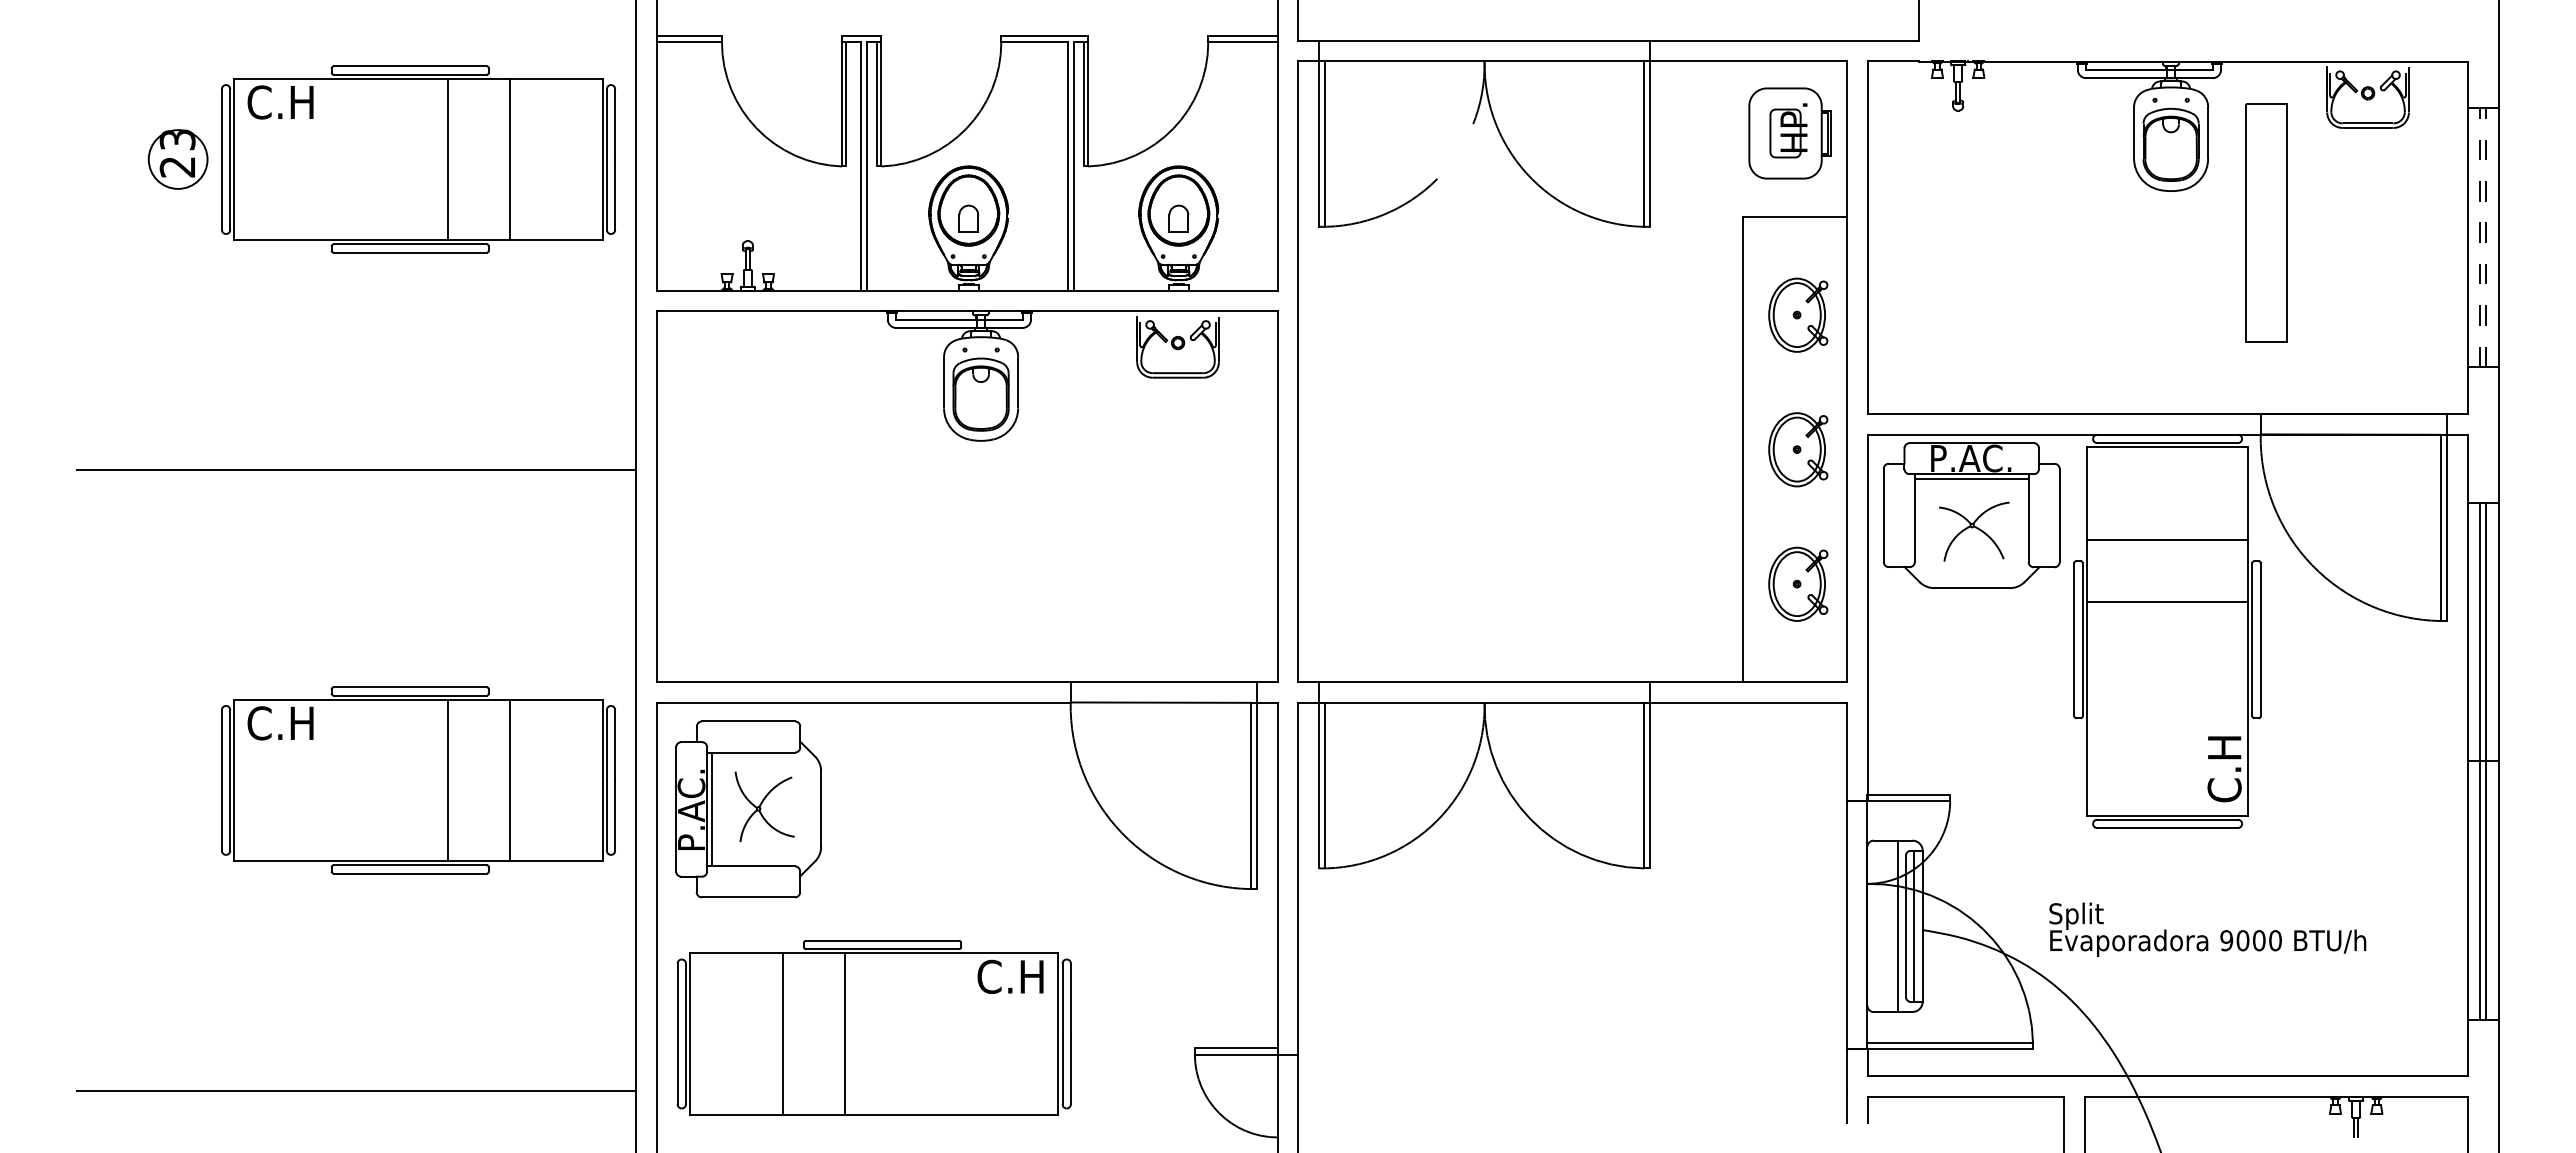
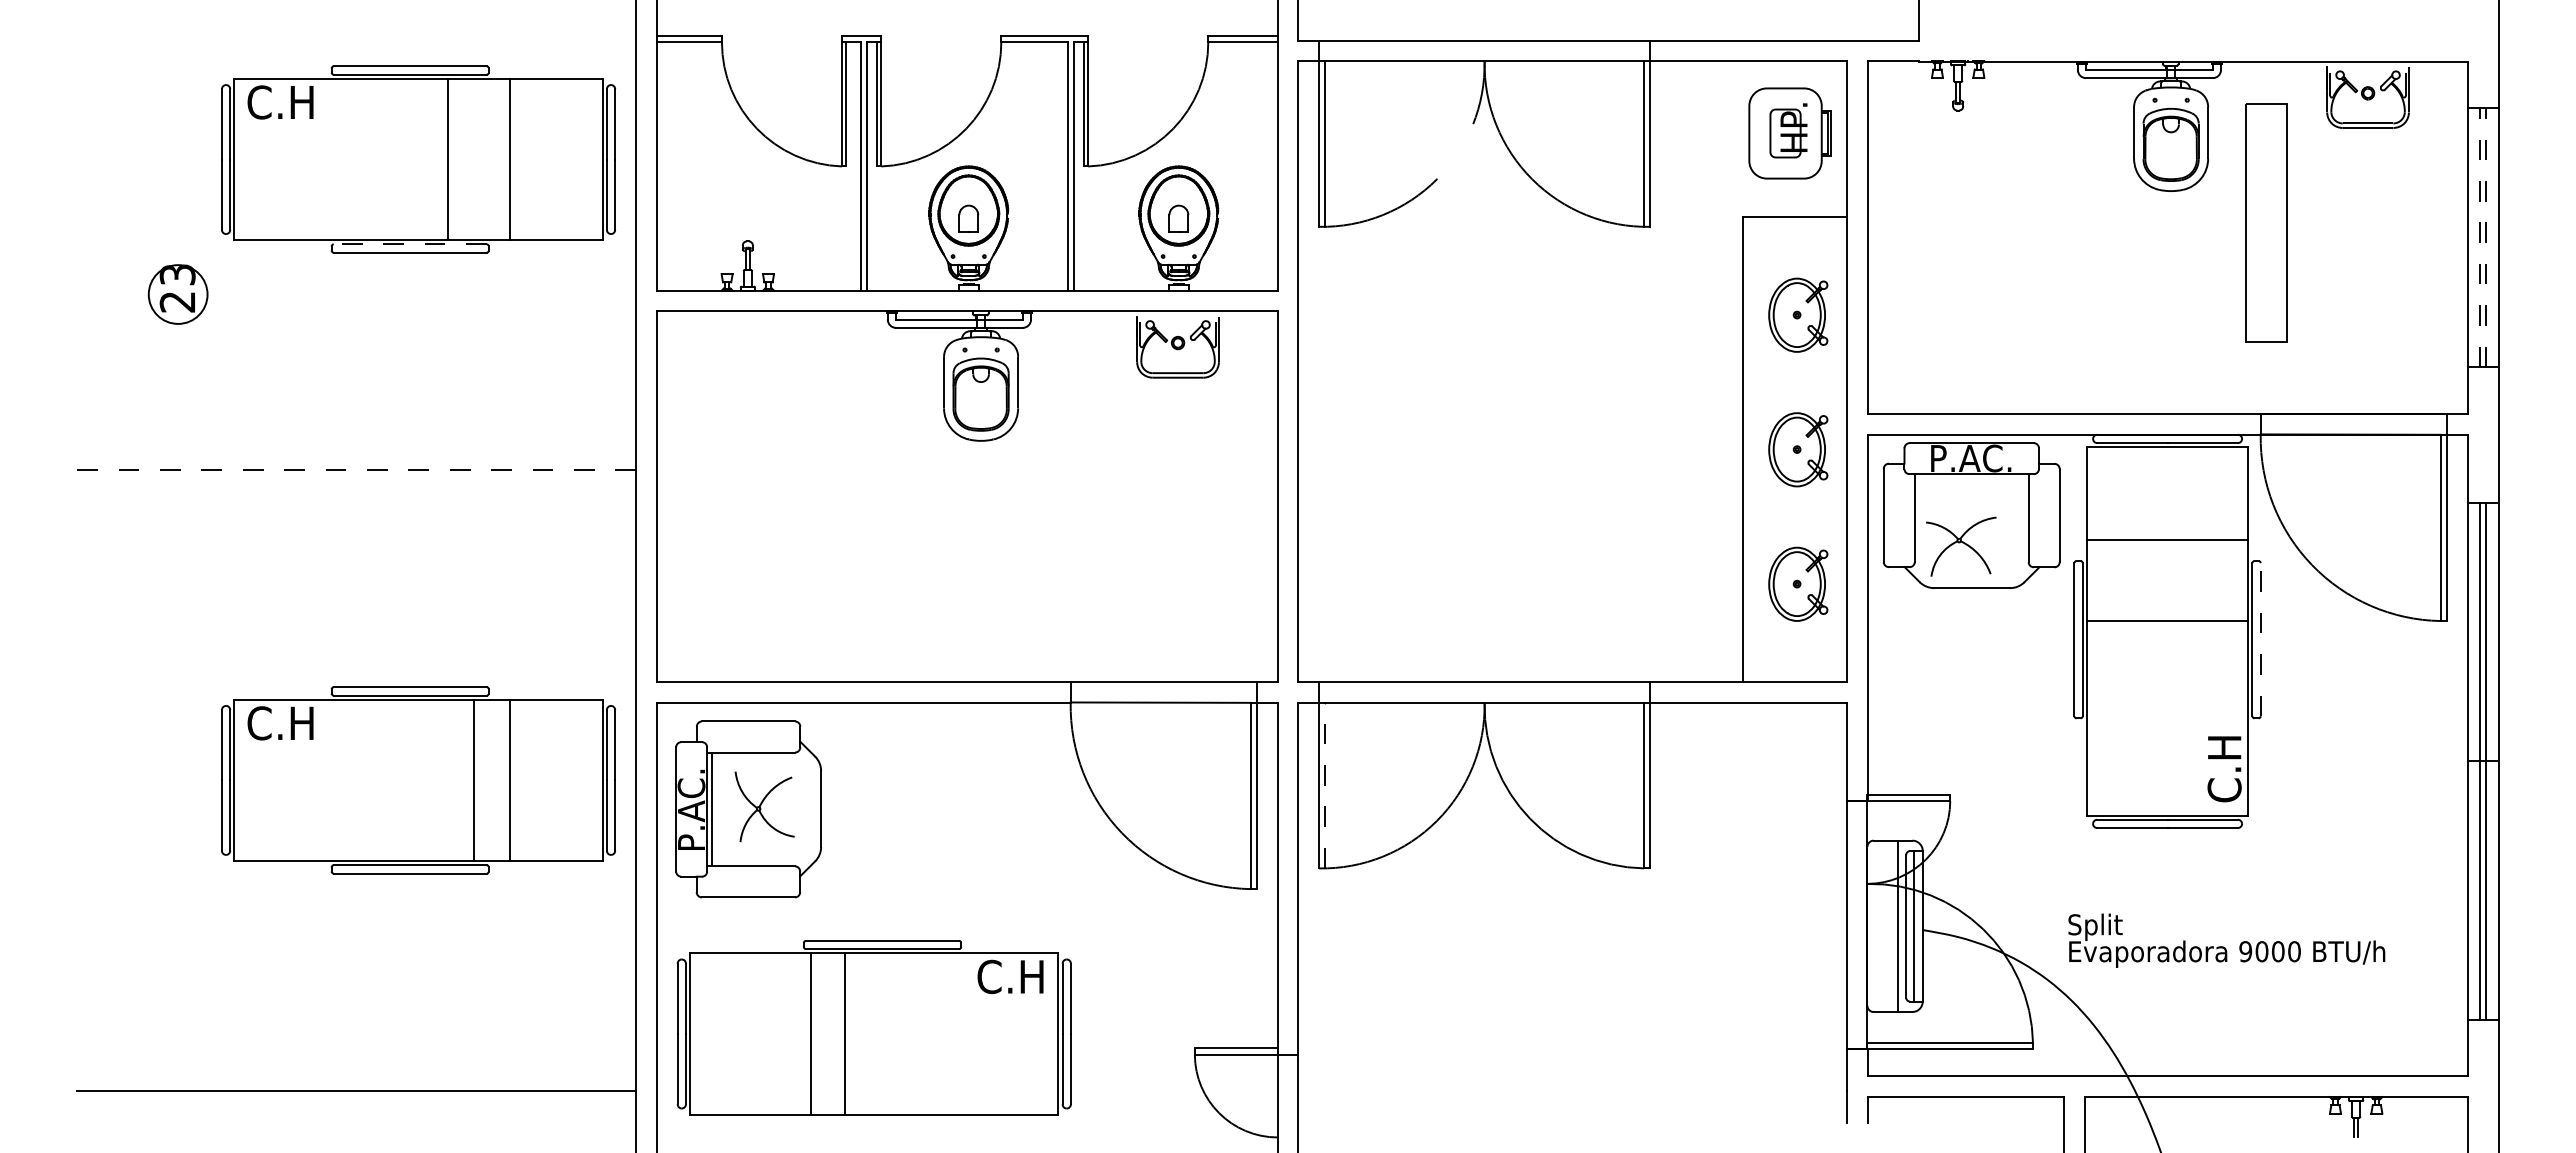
part at (177, 159) position: (177, 159) -> (177, 294)
line at (410, 244): solid -> dashed
line at (356, 469): solid -> dashed
line at (1971, 479): present -> none
part at (1974, 531) position: (1974, 531) -> (1961, 546)
line at (2167, 602) position: (2167, 602) -> (2167, 621)
line at (2260, 639): solid -> dashed
line at (447, 780) position: (447, 780) -> (473, 780)
line at (1325, 785): solid -> dashed
text at (2207, 929) position: (2207, 929) -> (2226, 940)
line at (782, 1033) position: (782, 1033) -> (810, 1033)
